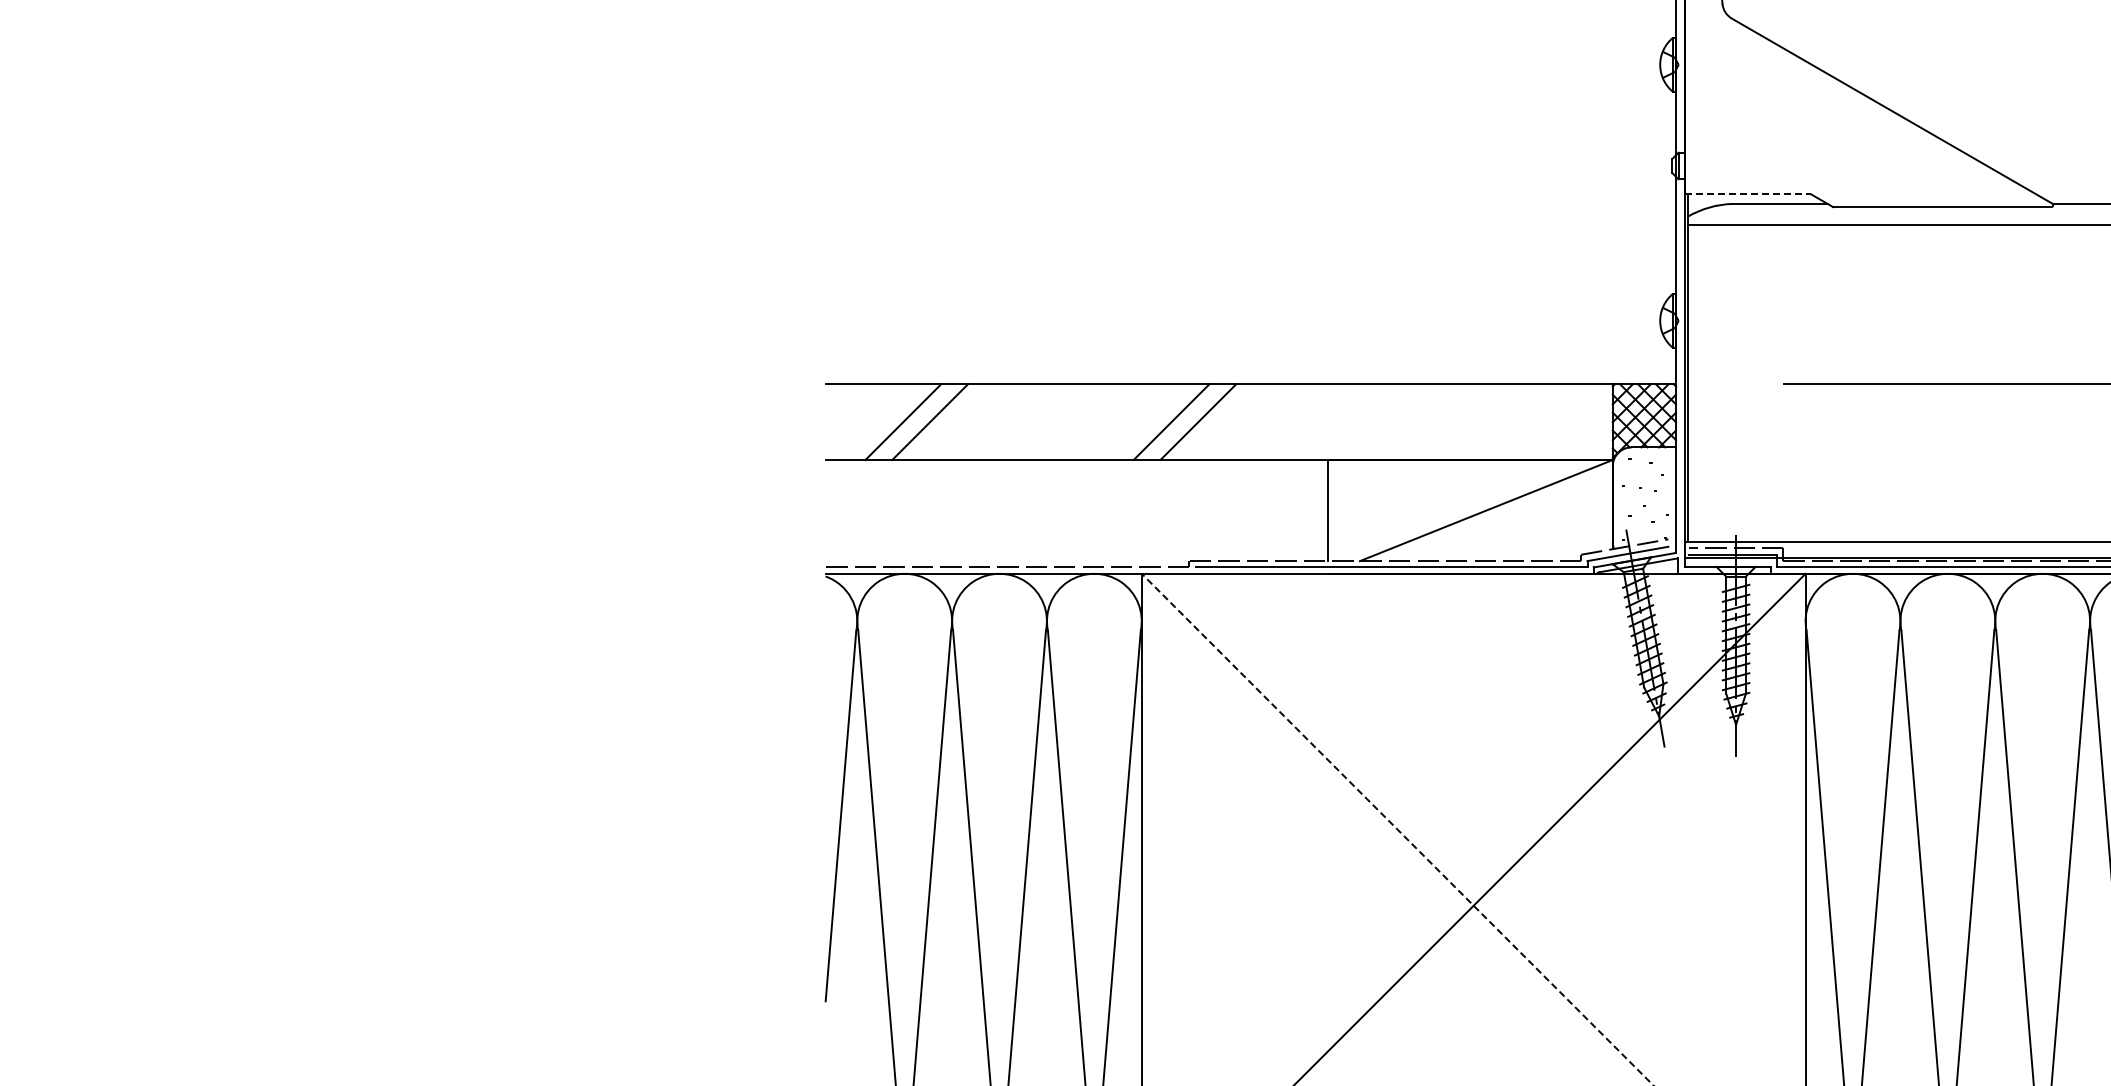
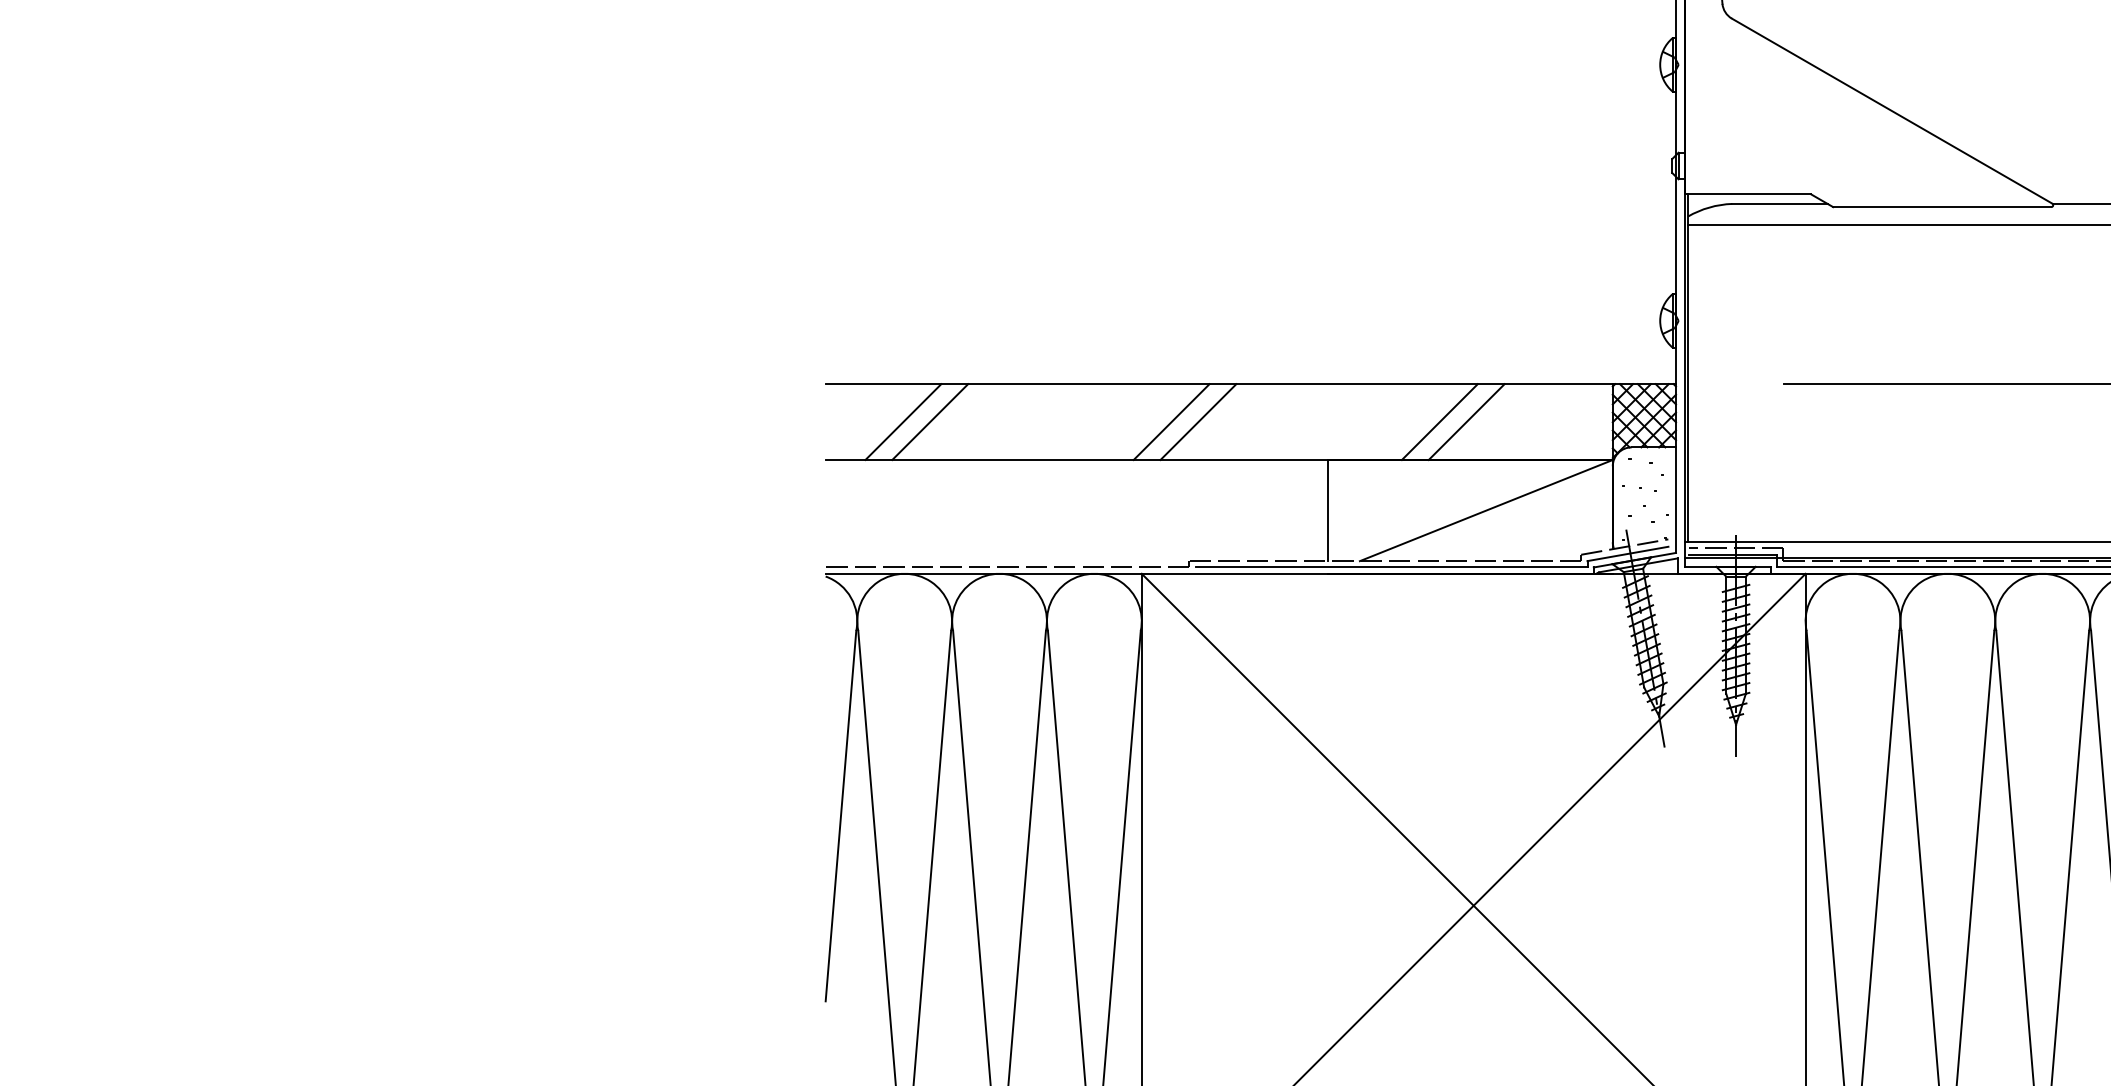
line at (1748, 194): dashed -> solid
line at (1439, 422): none -> present
line at (1466, 422): none -> present
line at (1397, 829): dashed -> solid
